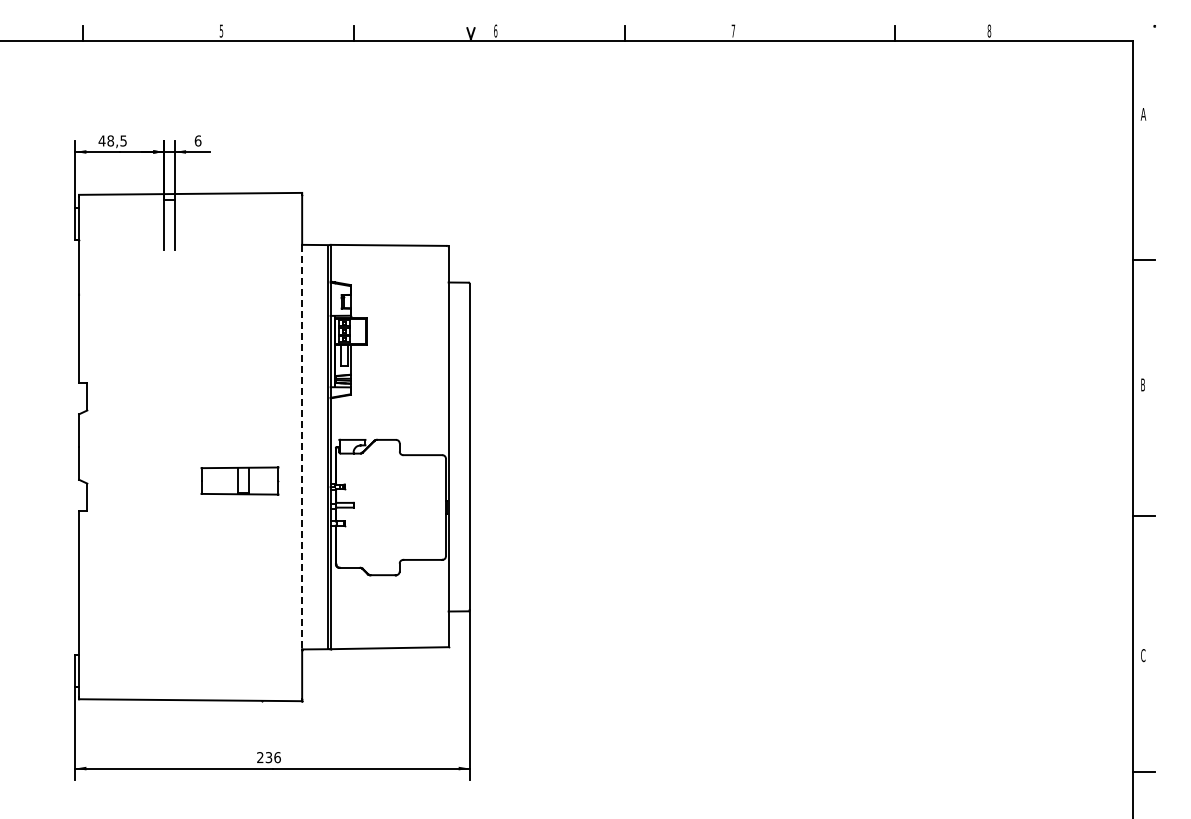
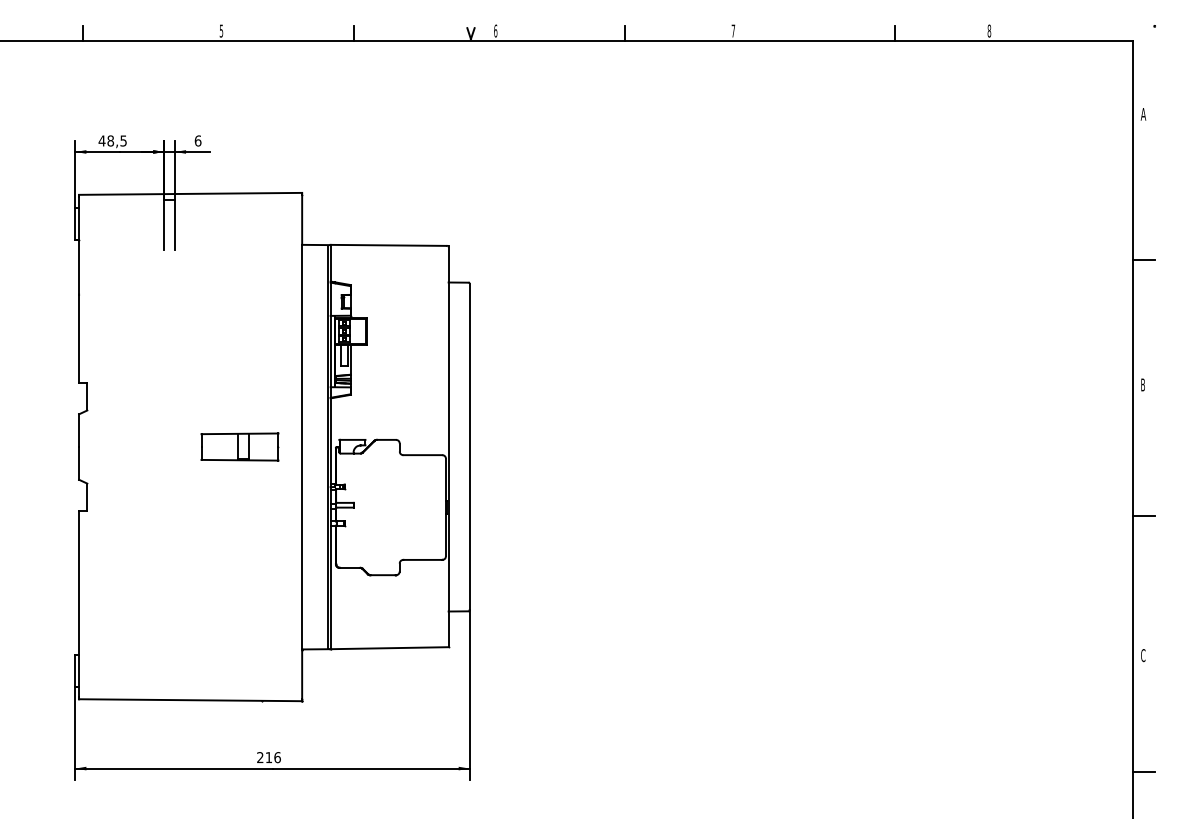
line at (302, 447): dashed -> solid
part at (239, 480) position: (239, 480) -> (239, 446)
text at (268, 757): 236 -> 216
